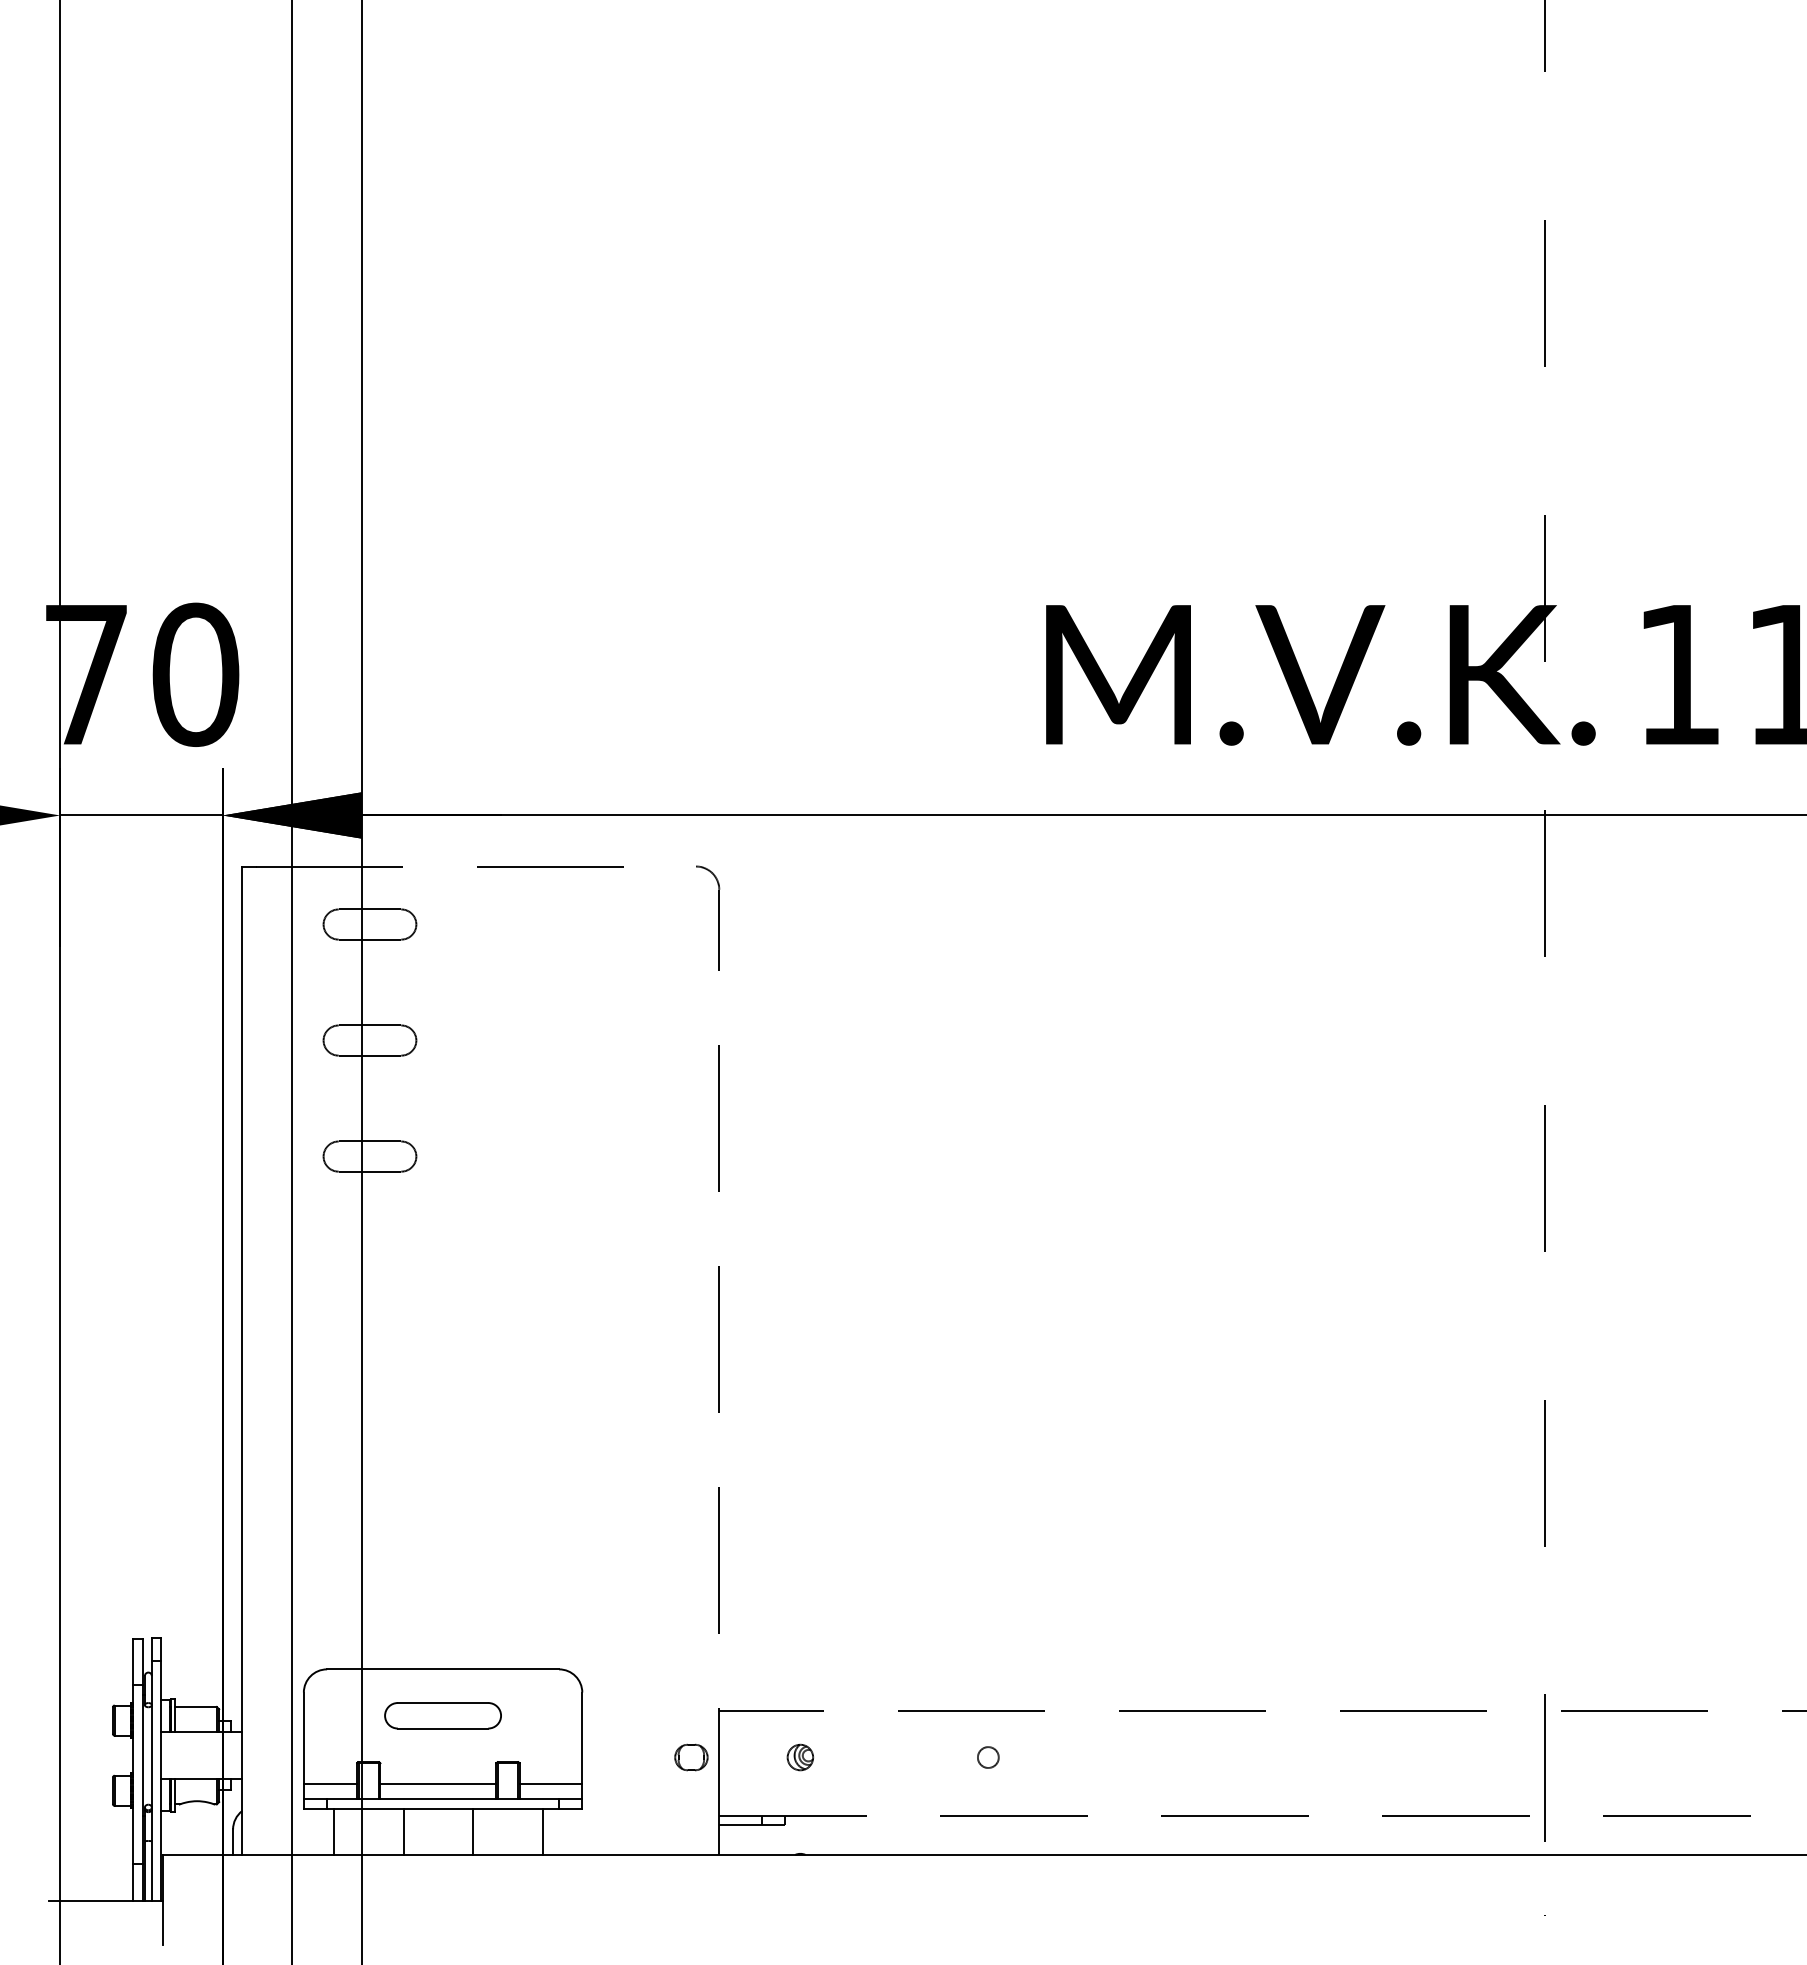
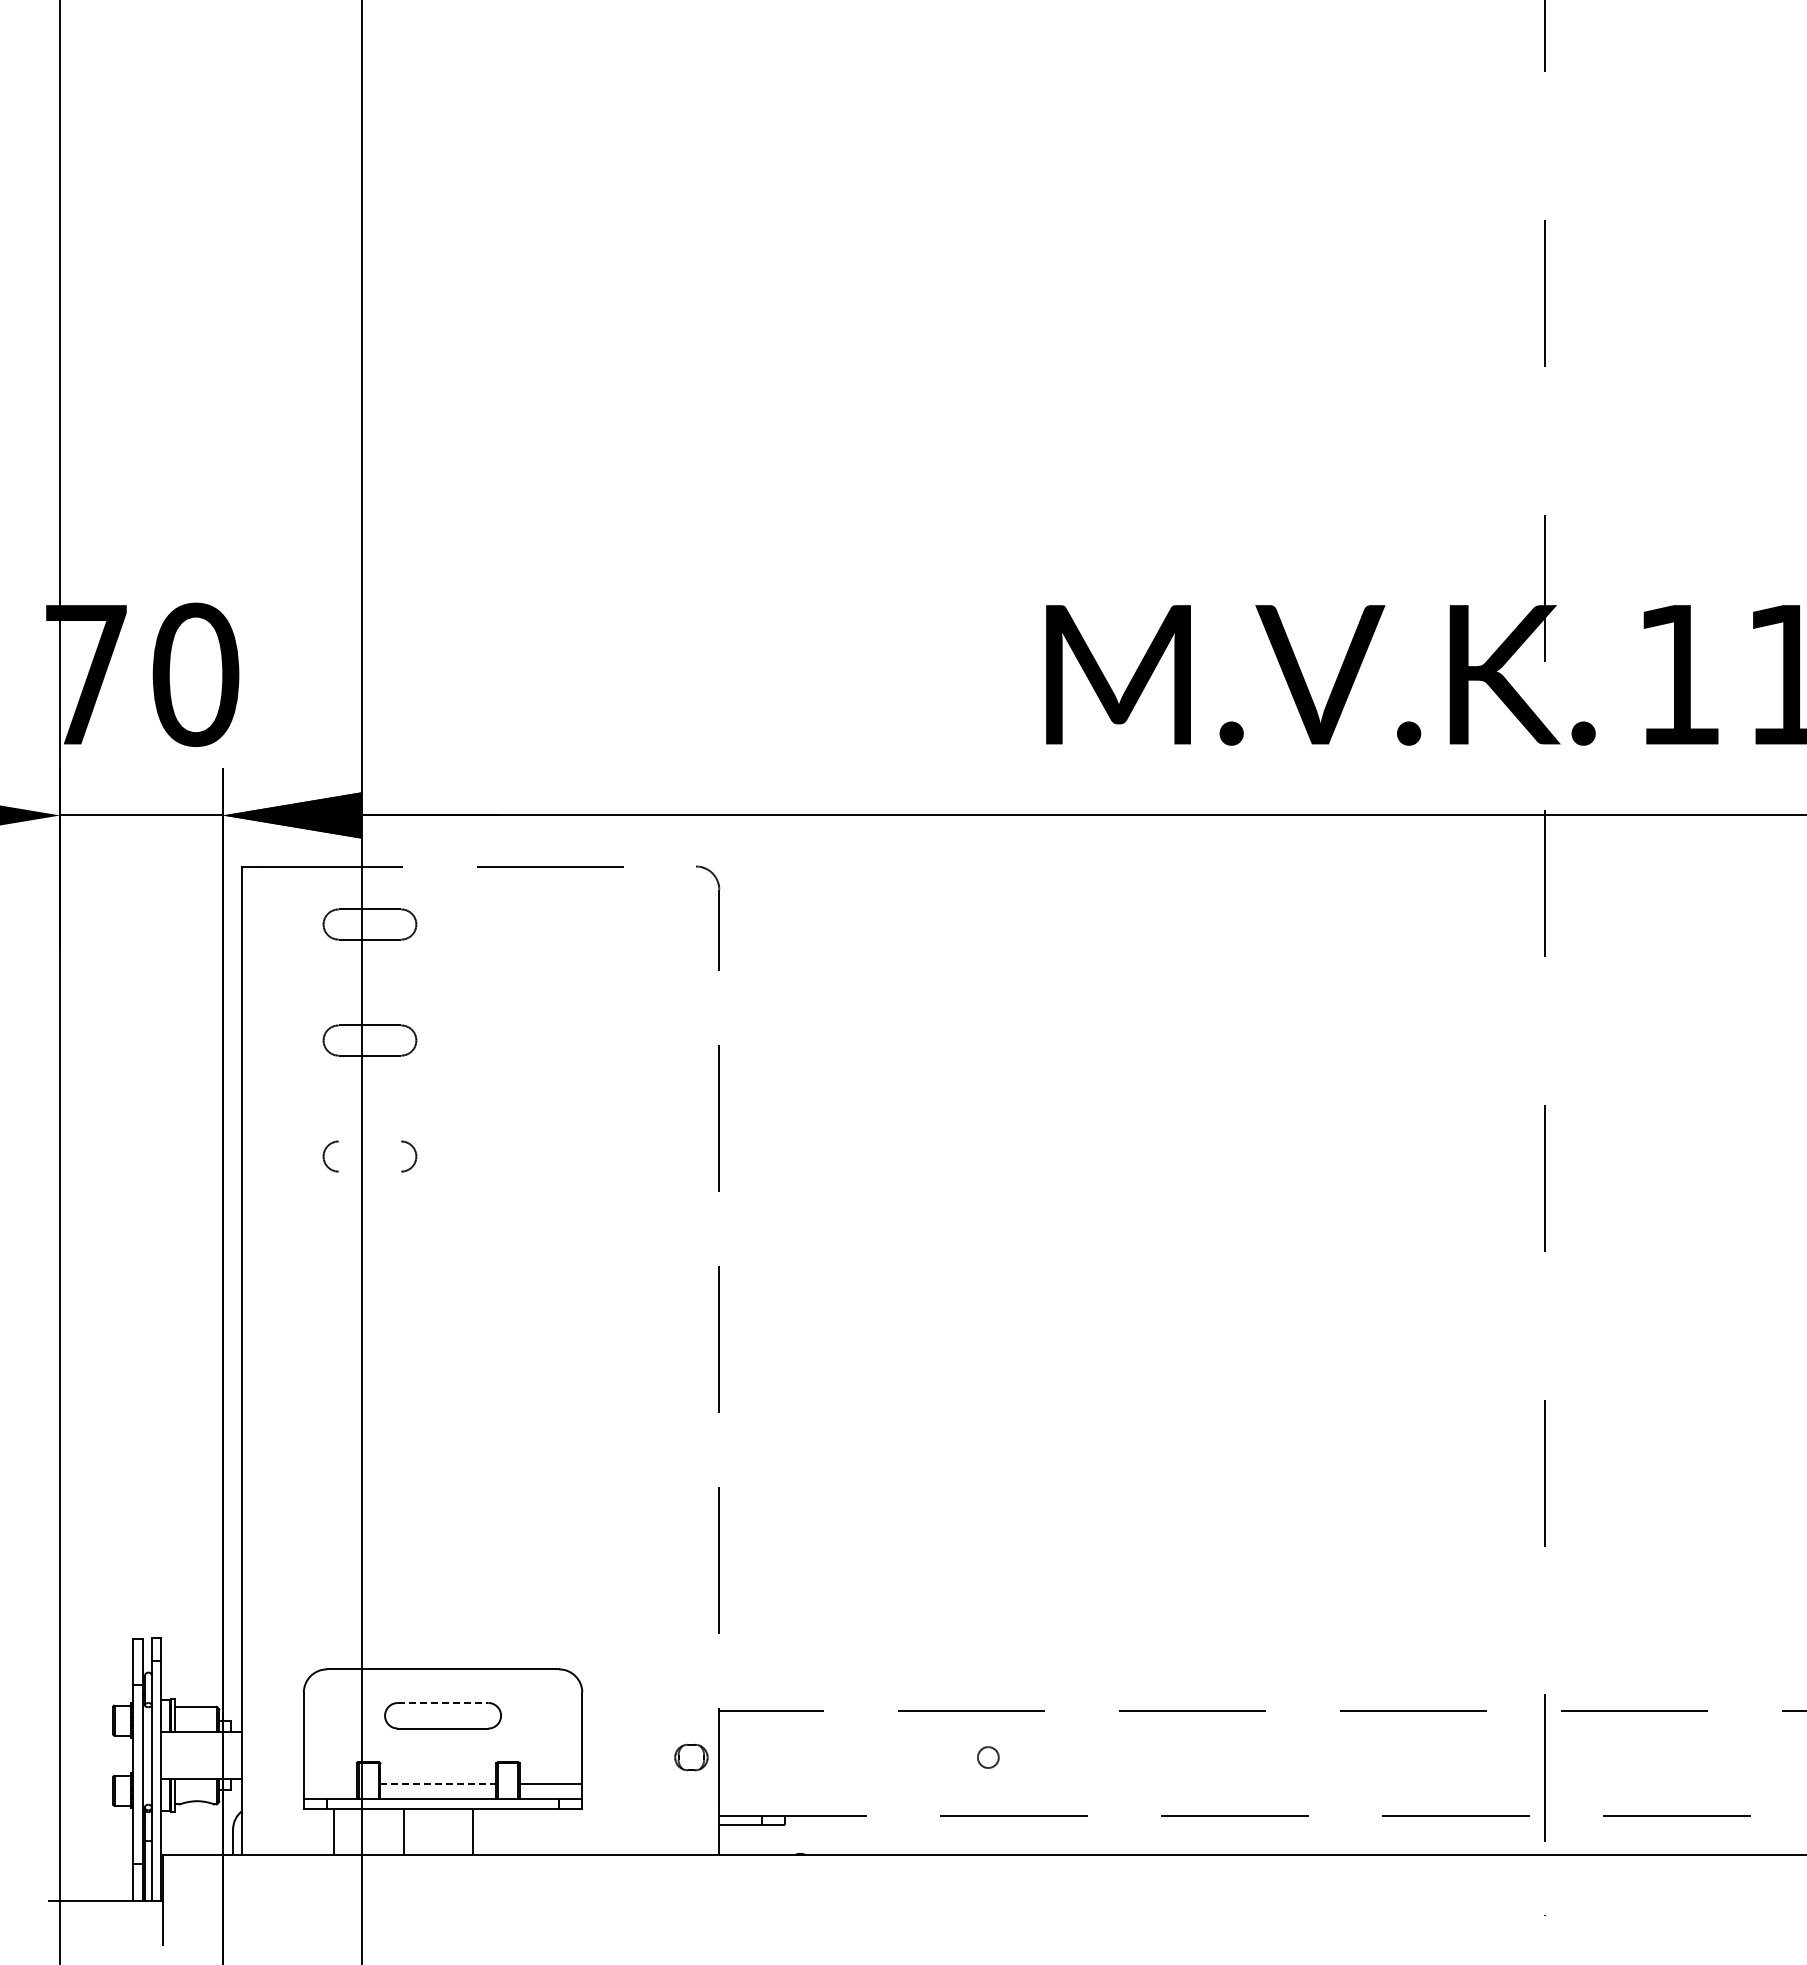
line at (292, 981): present -> none
line at (369, 1141): present -> none
line at (369, 1171): present -> none
line at (443, 1703): solid -> dashed
part at (800, 1757): present -> none
line at (330, 1783): present -> none
line at (438, 1783): solid -> dashed
line at (542, 1831): present -> none
